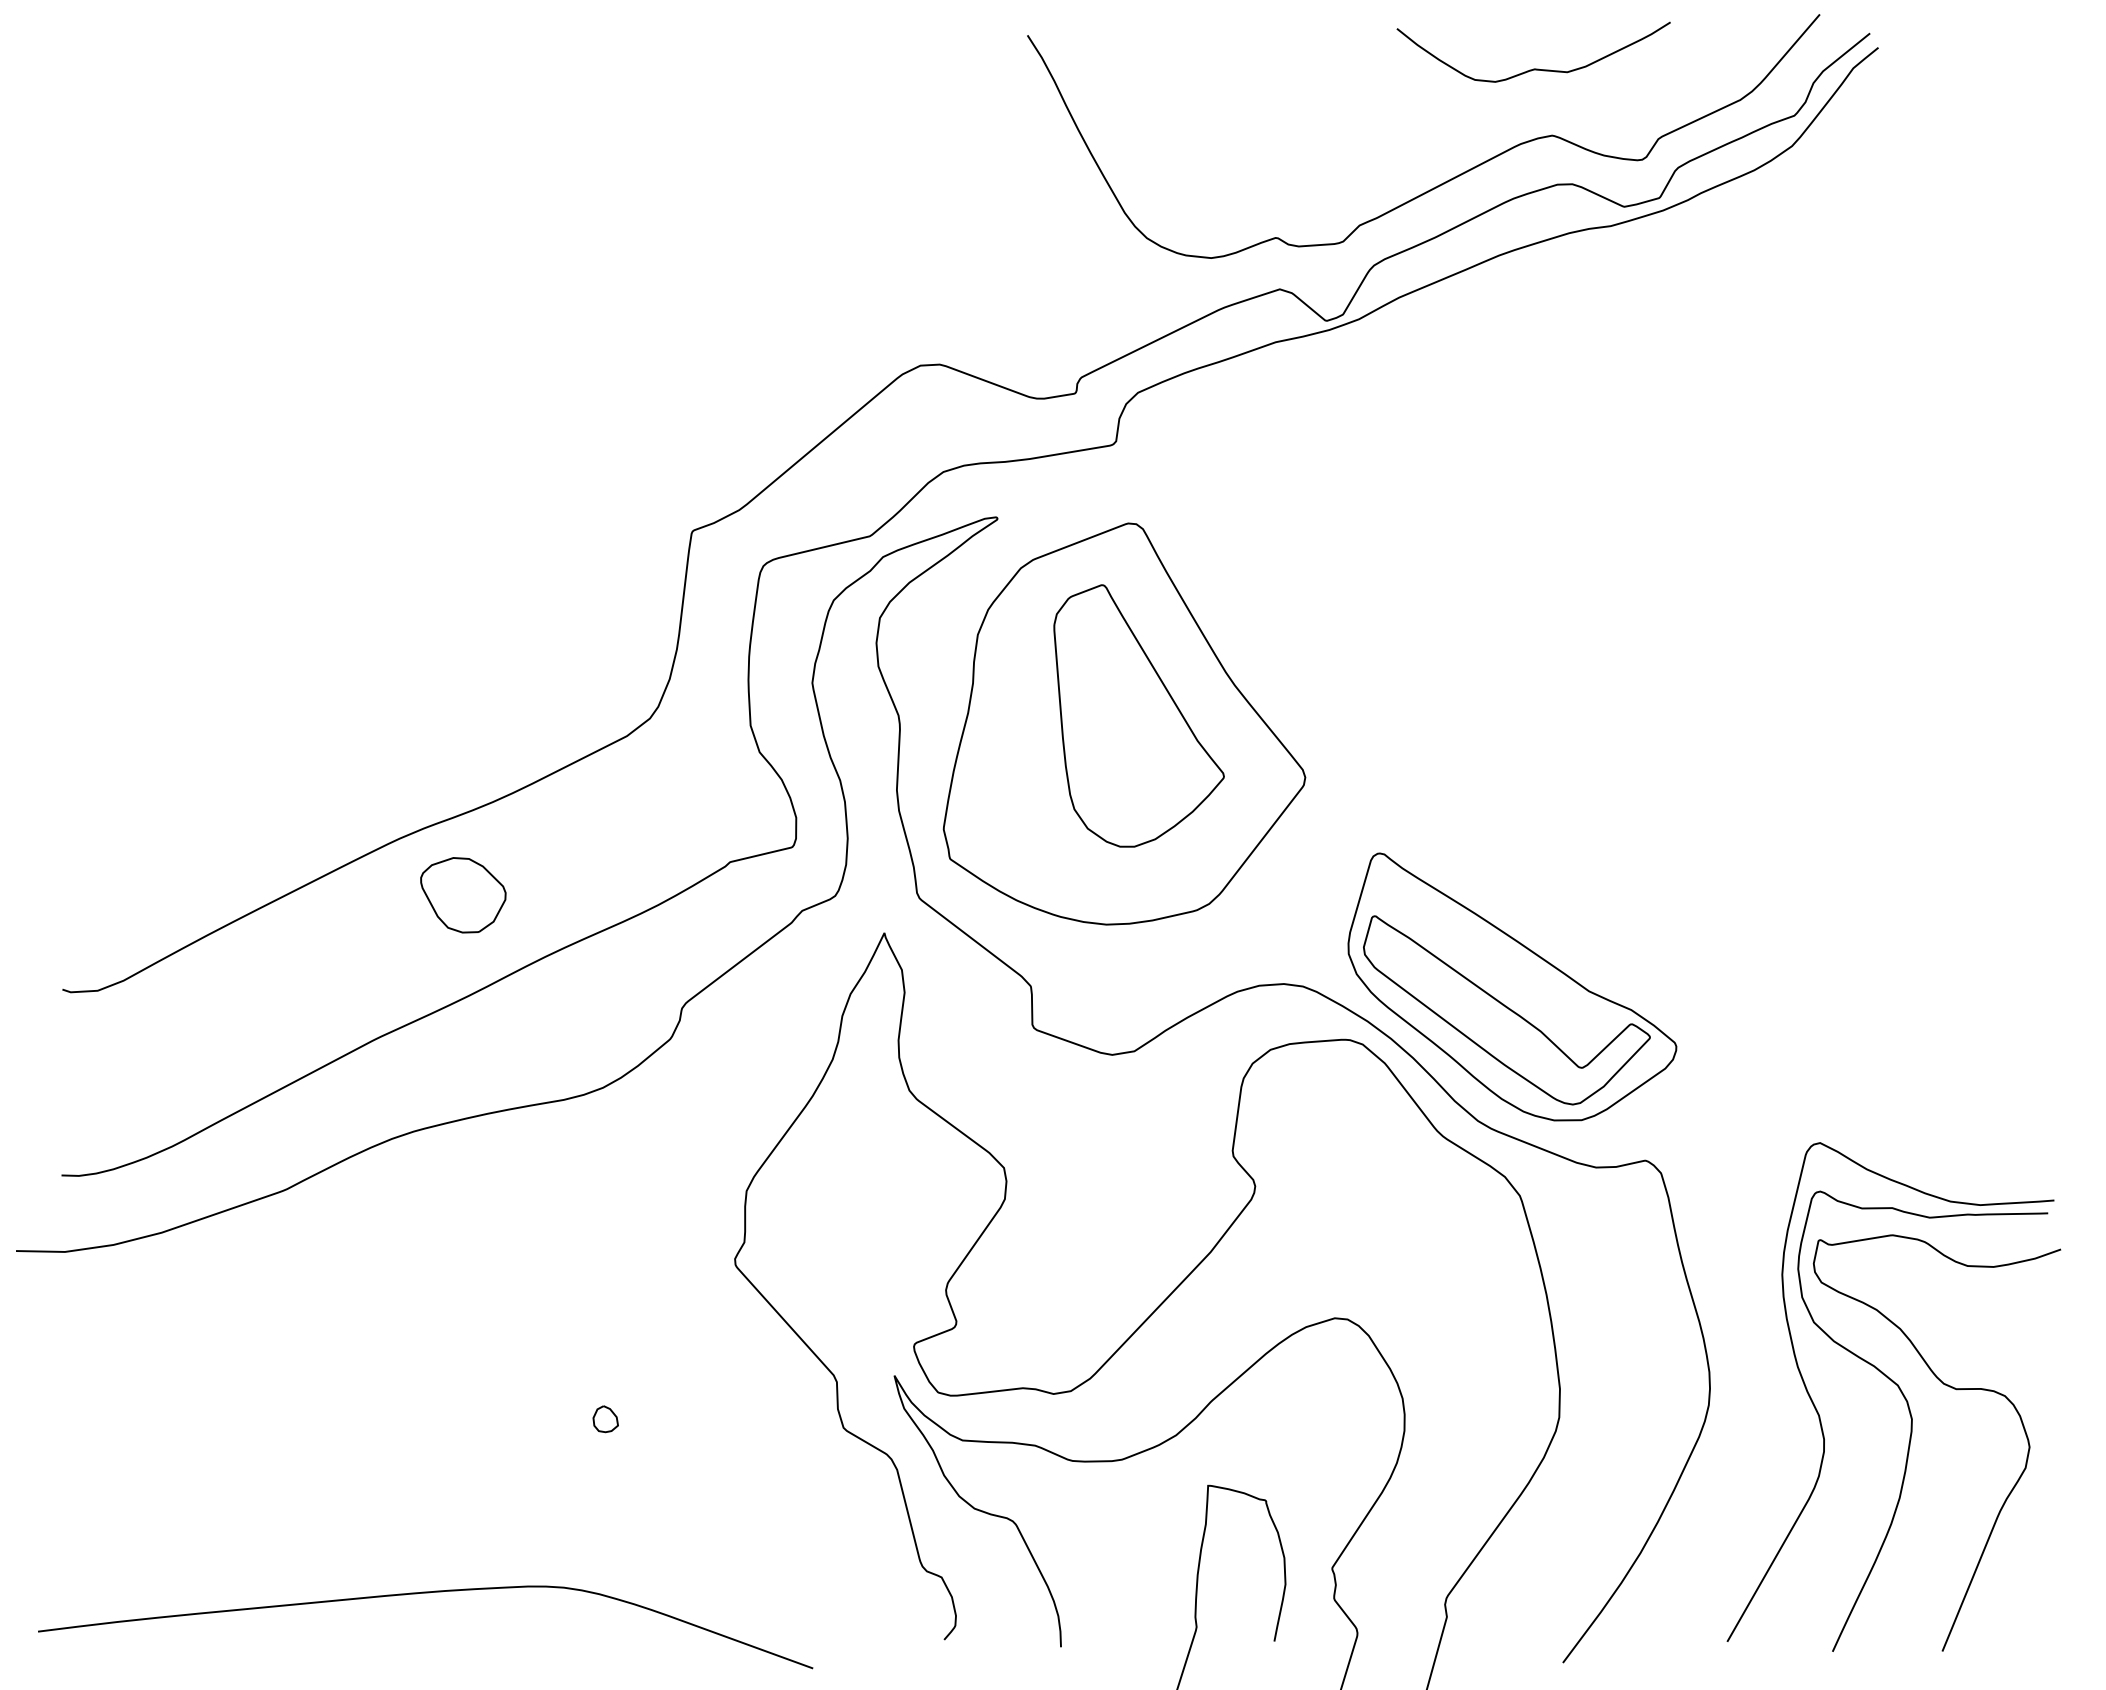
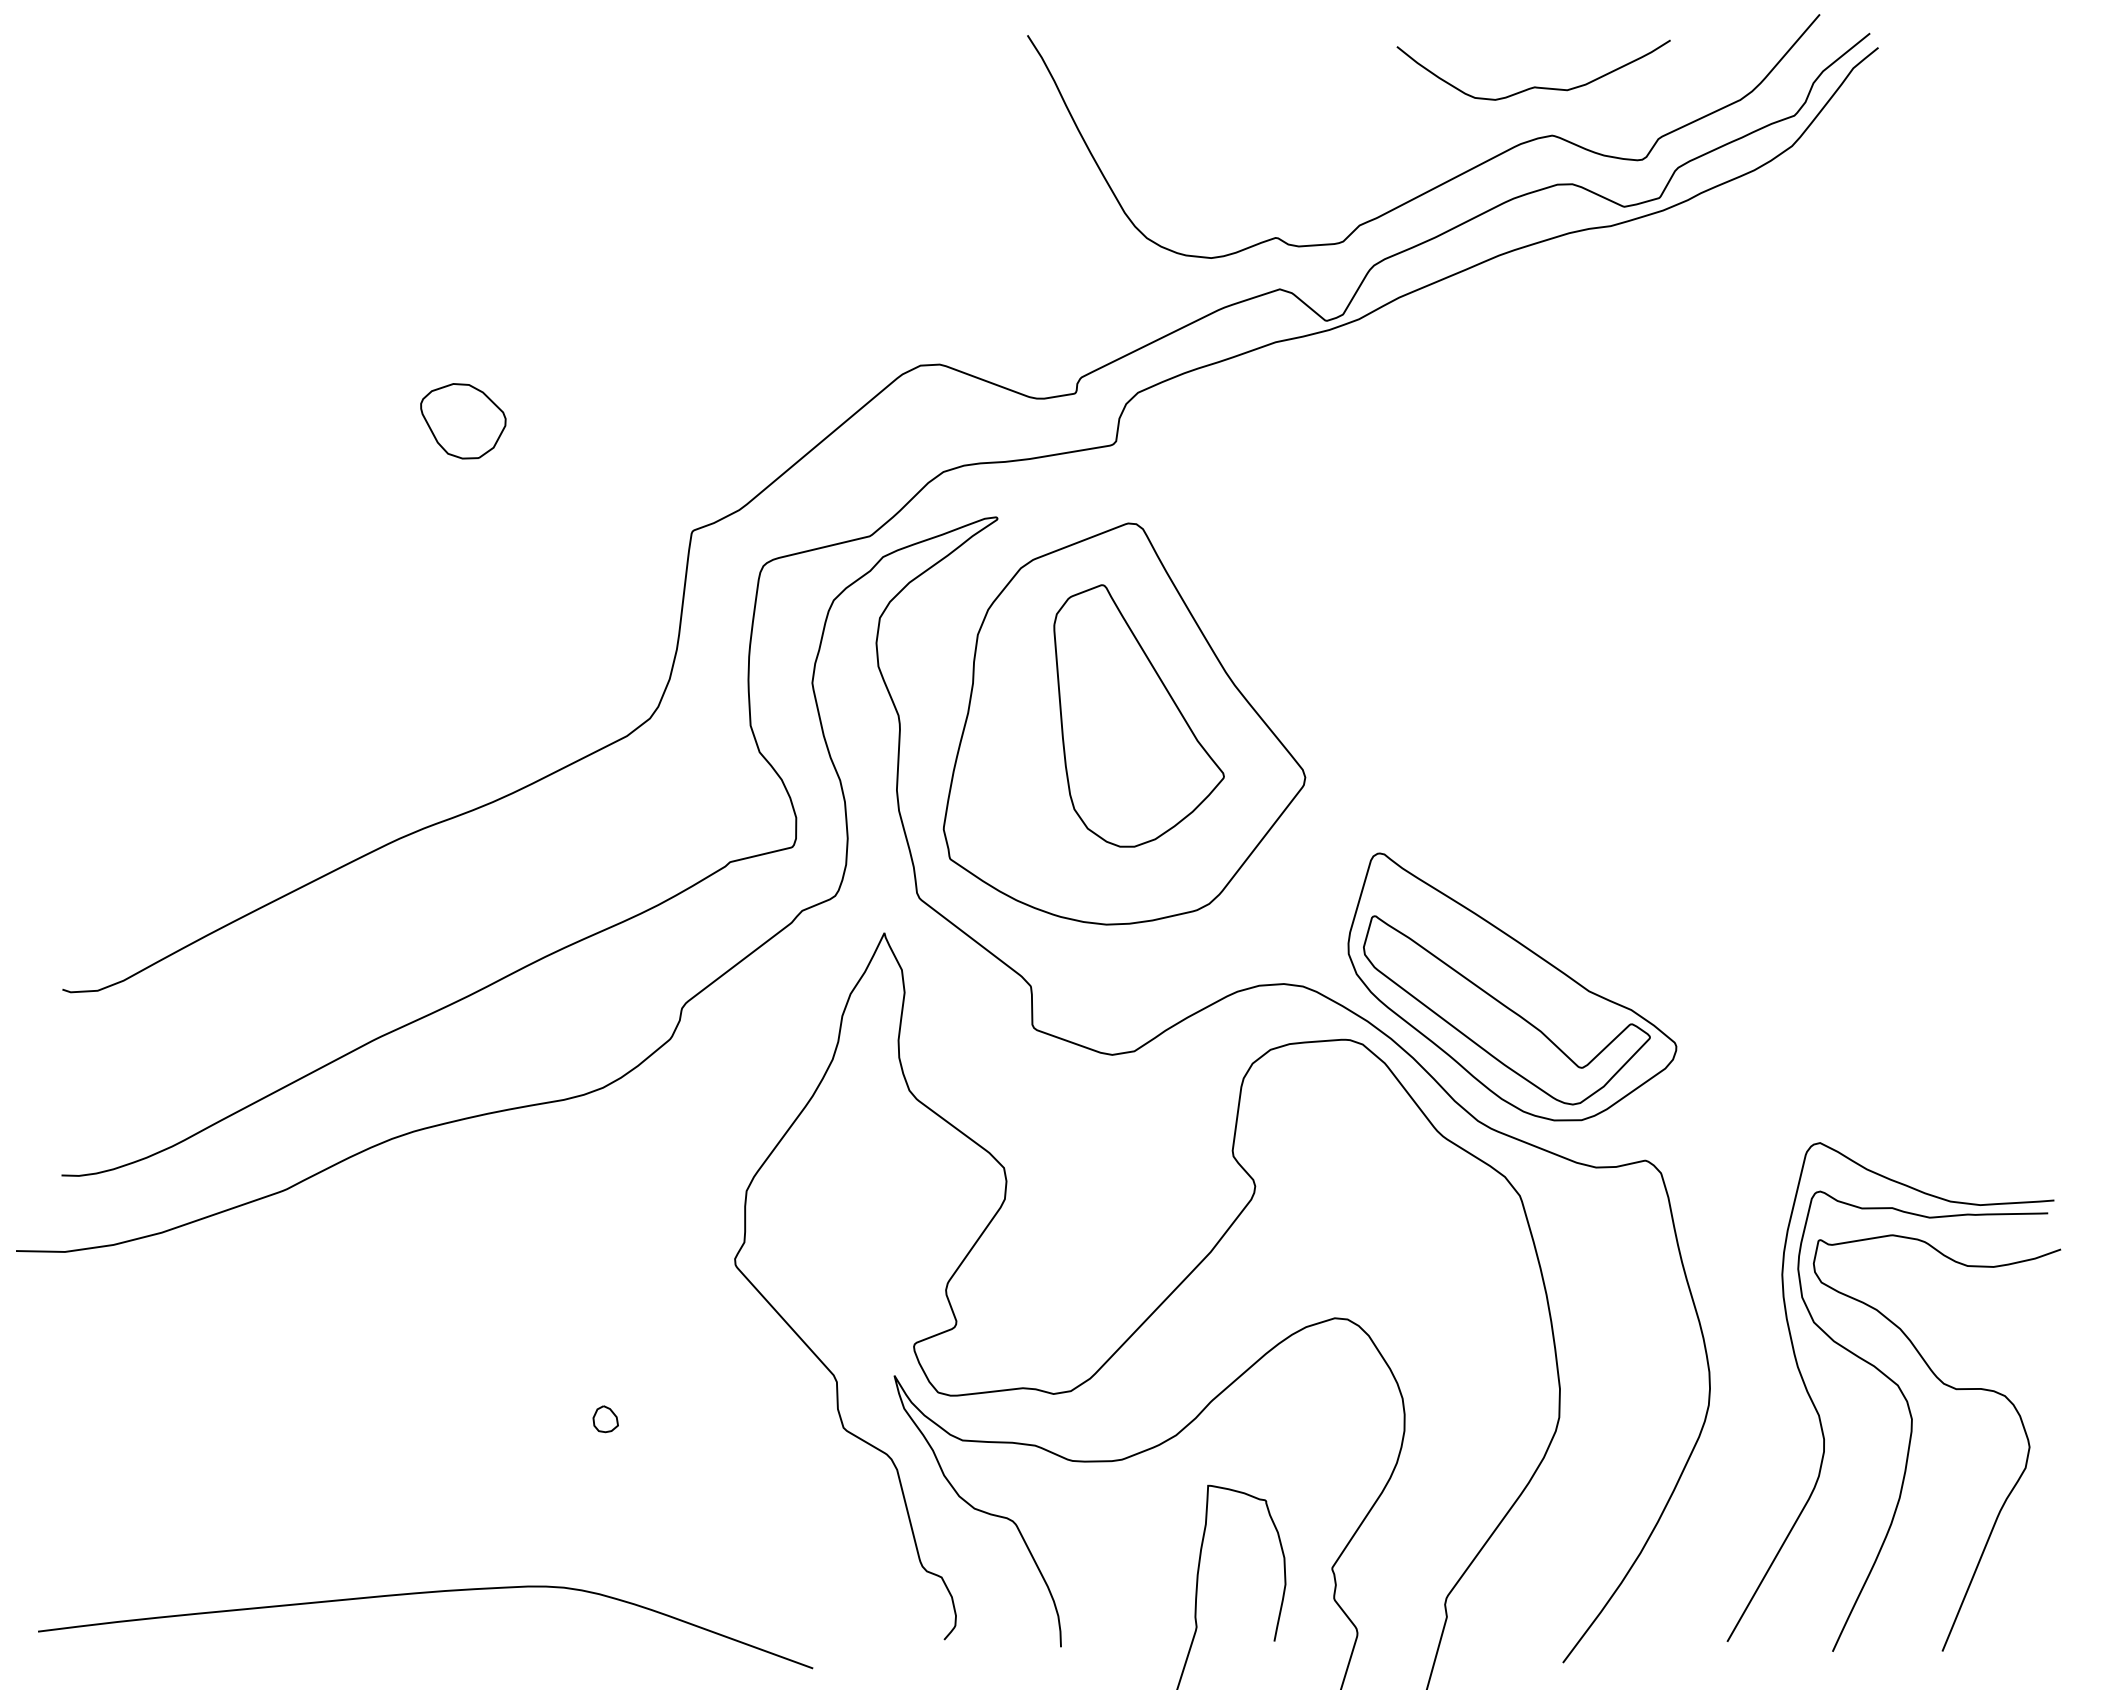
curve at (1533, 68) position: (1533, 68) -> (1533, 86)
part at (463, 895) position: (463, 895) -> (463, 421)
